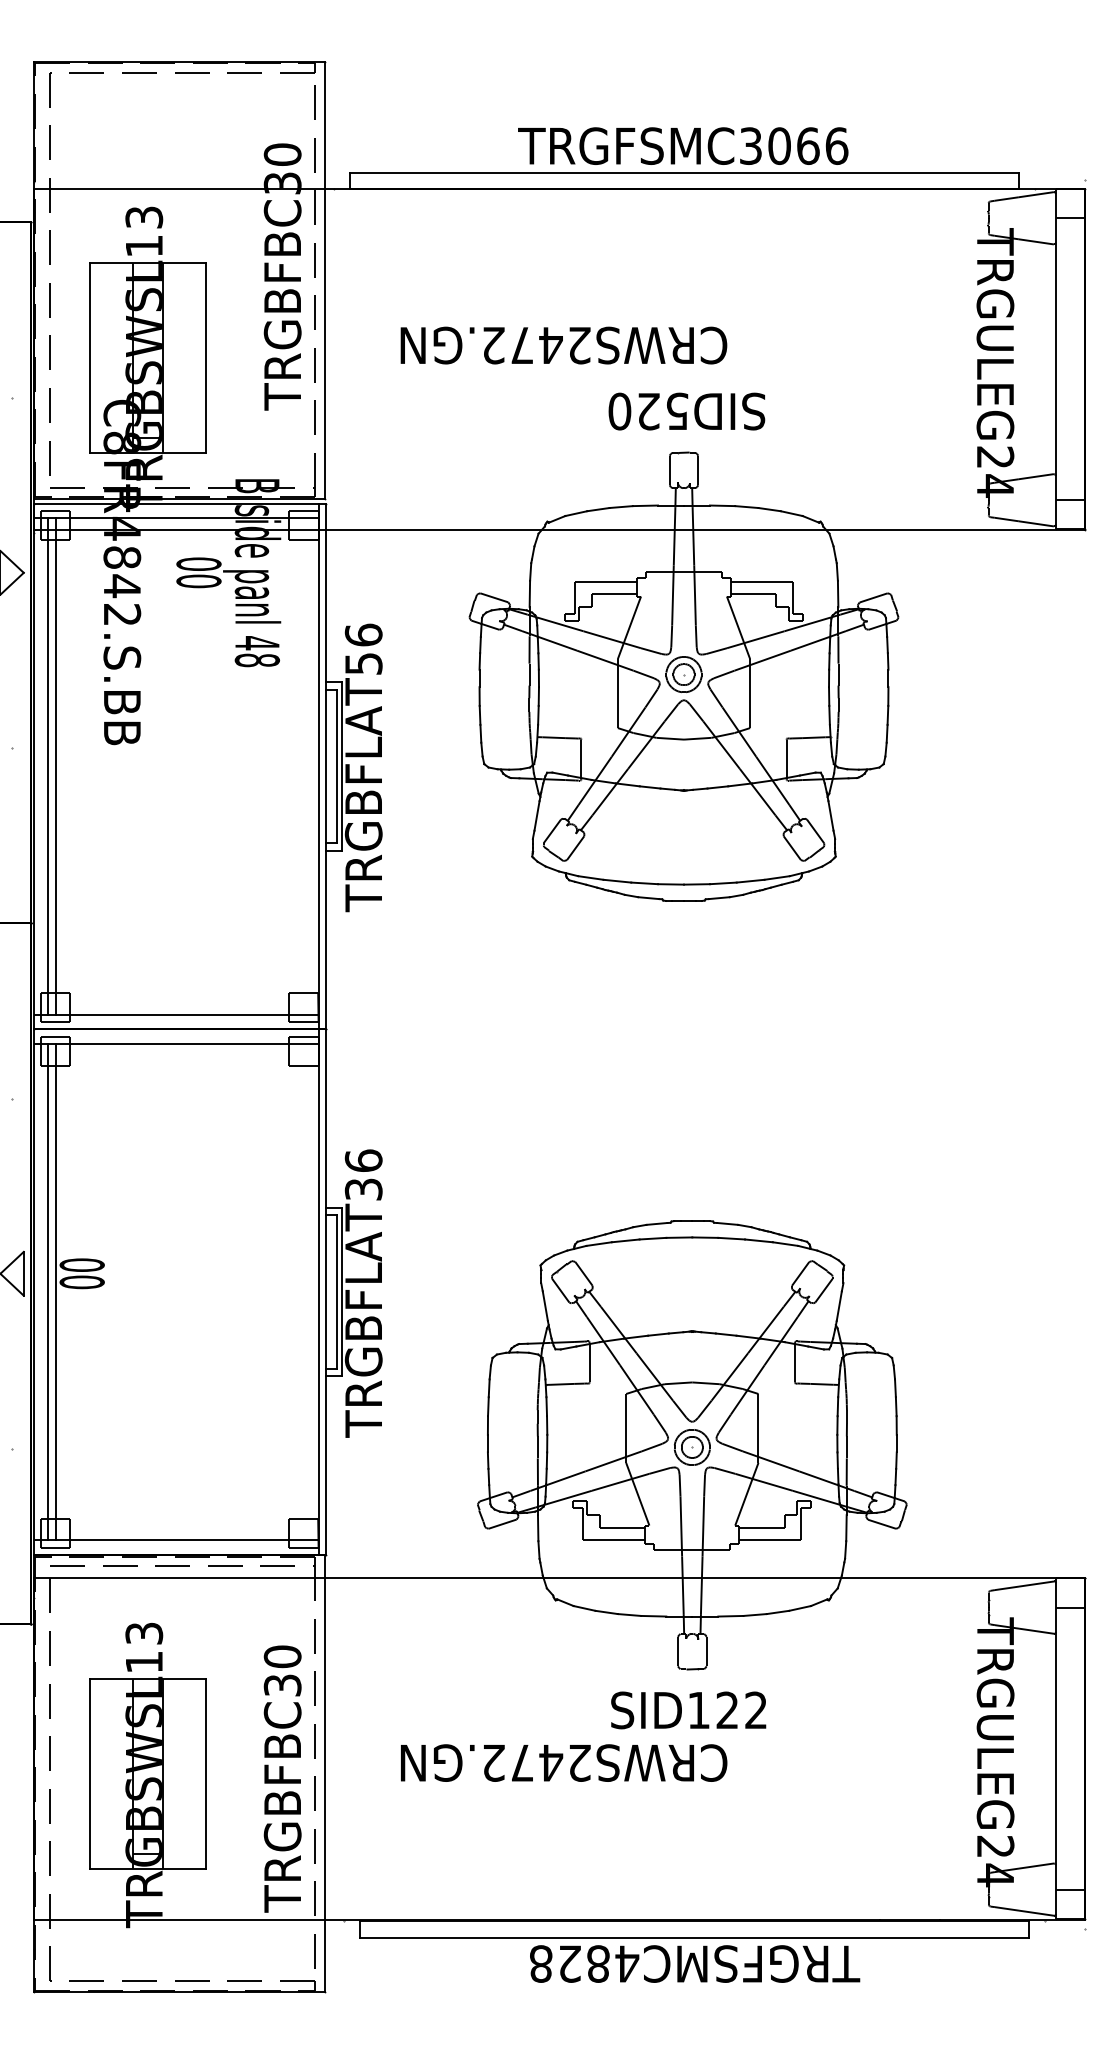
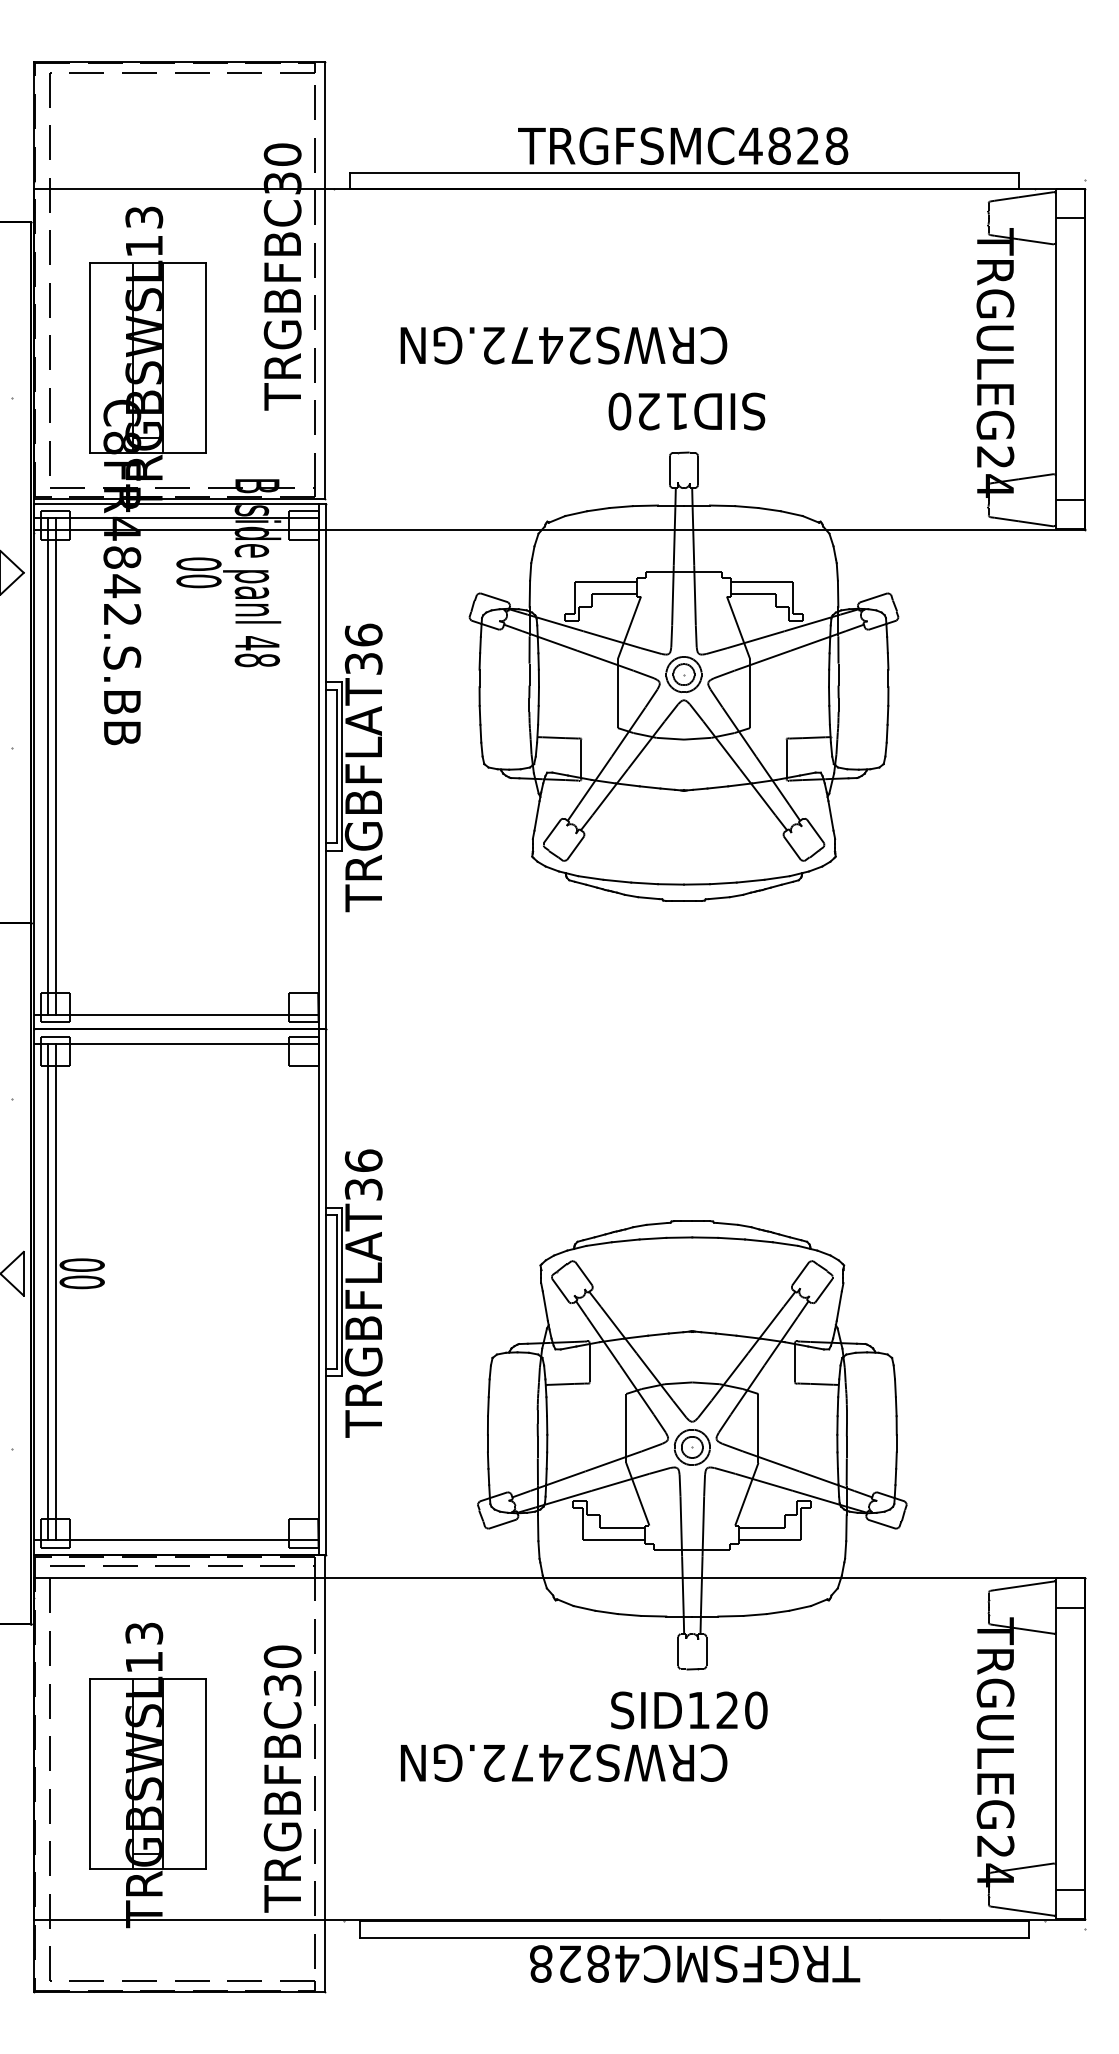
text at (793, 145): TRGFSMC3066 -> TRGFSMC4828
text at (677, 410): SID520 -> SID120
text at (362, 663): TRGBFLAT56 -> TRGBFLAT36
text at (756, 1710): SID122 -> SID120
